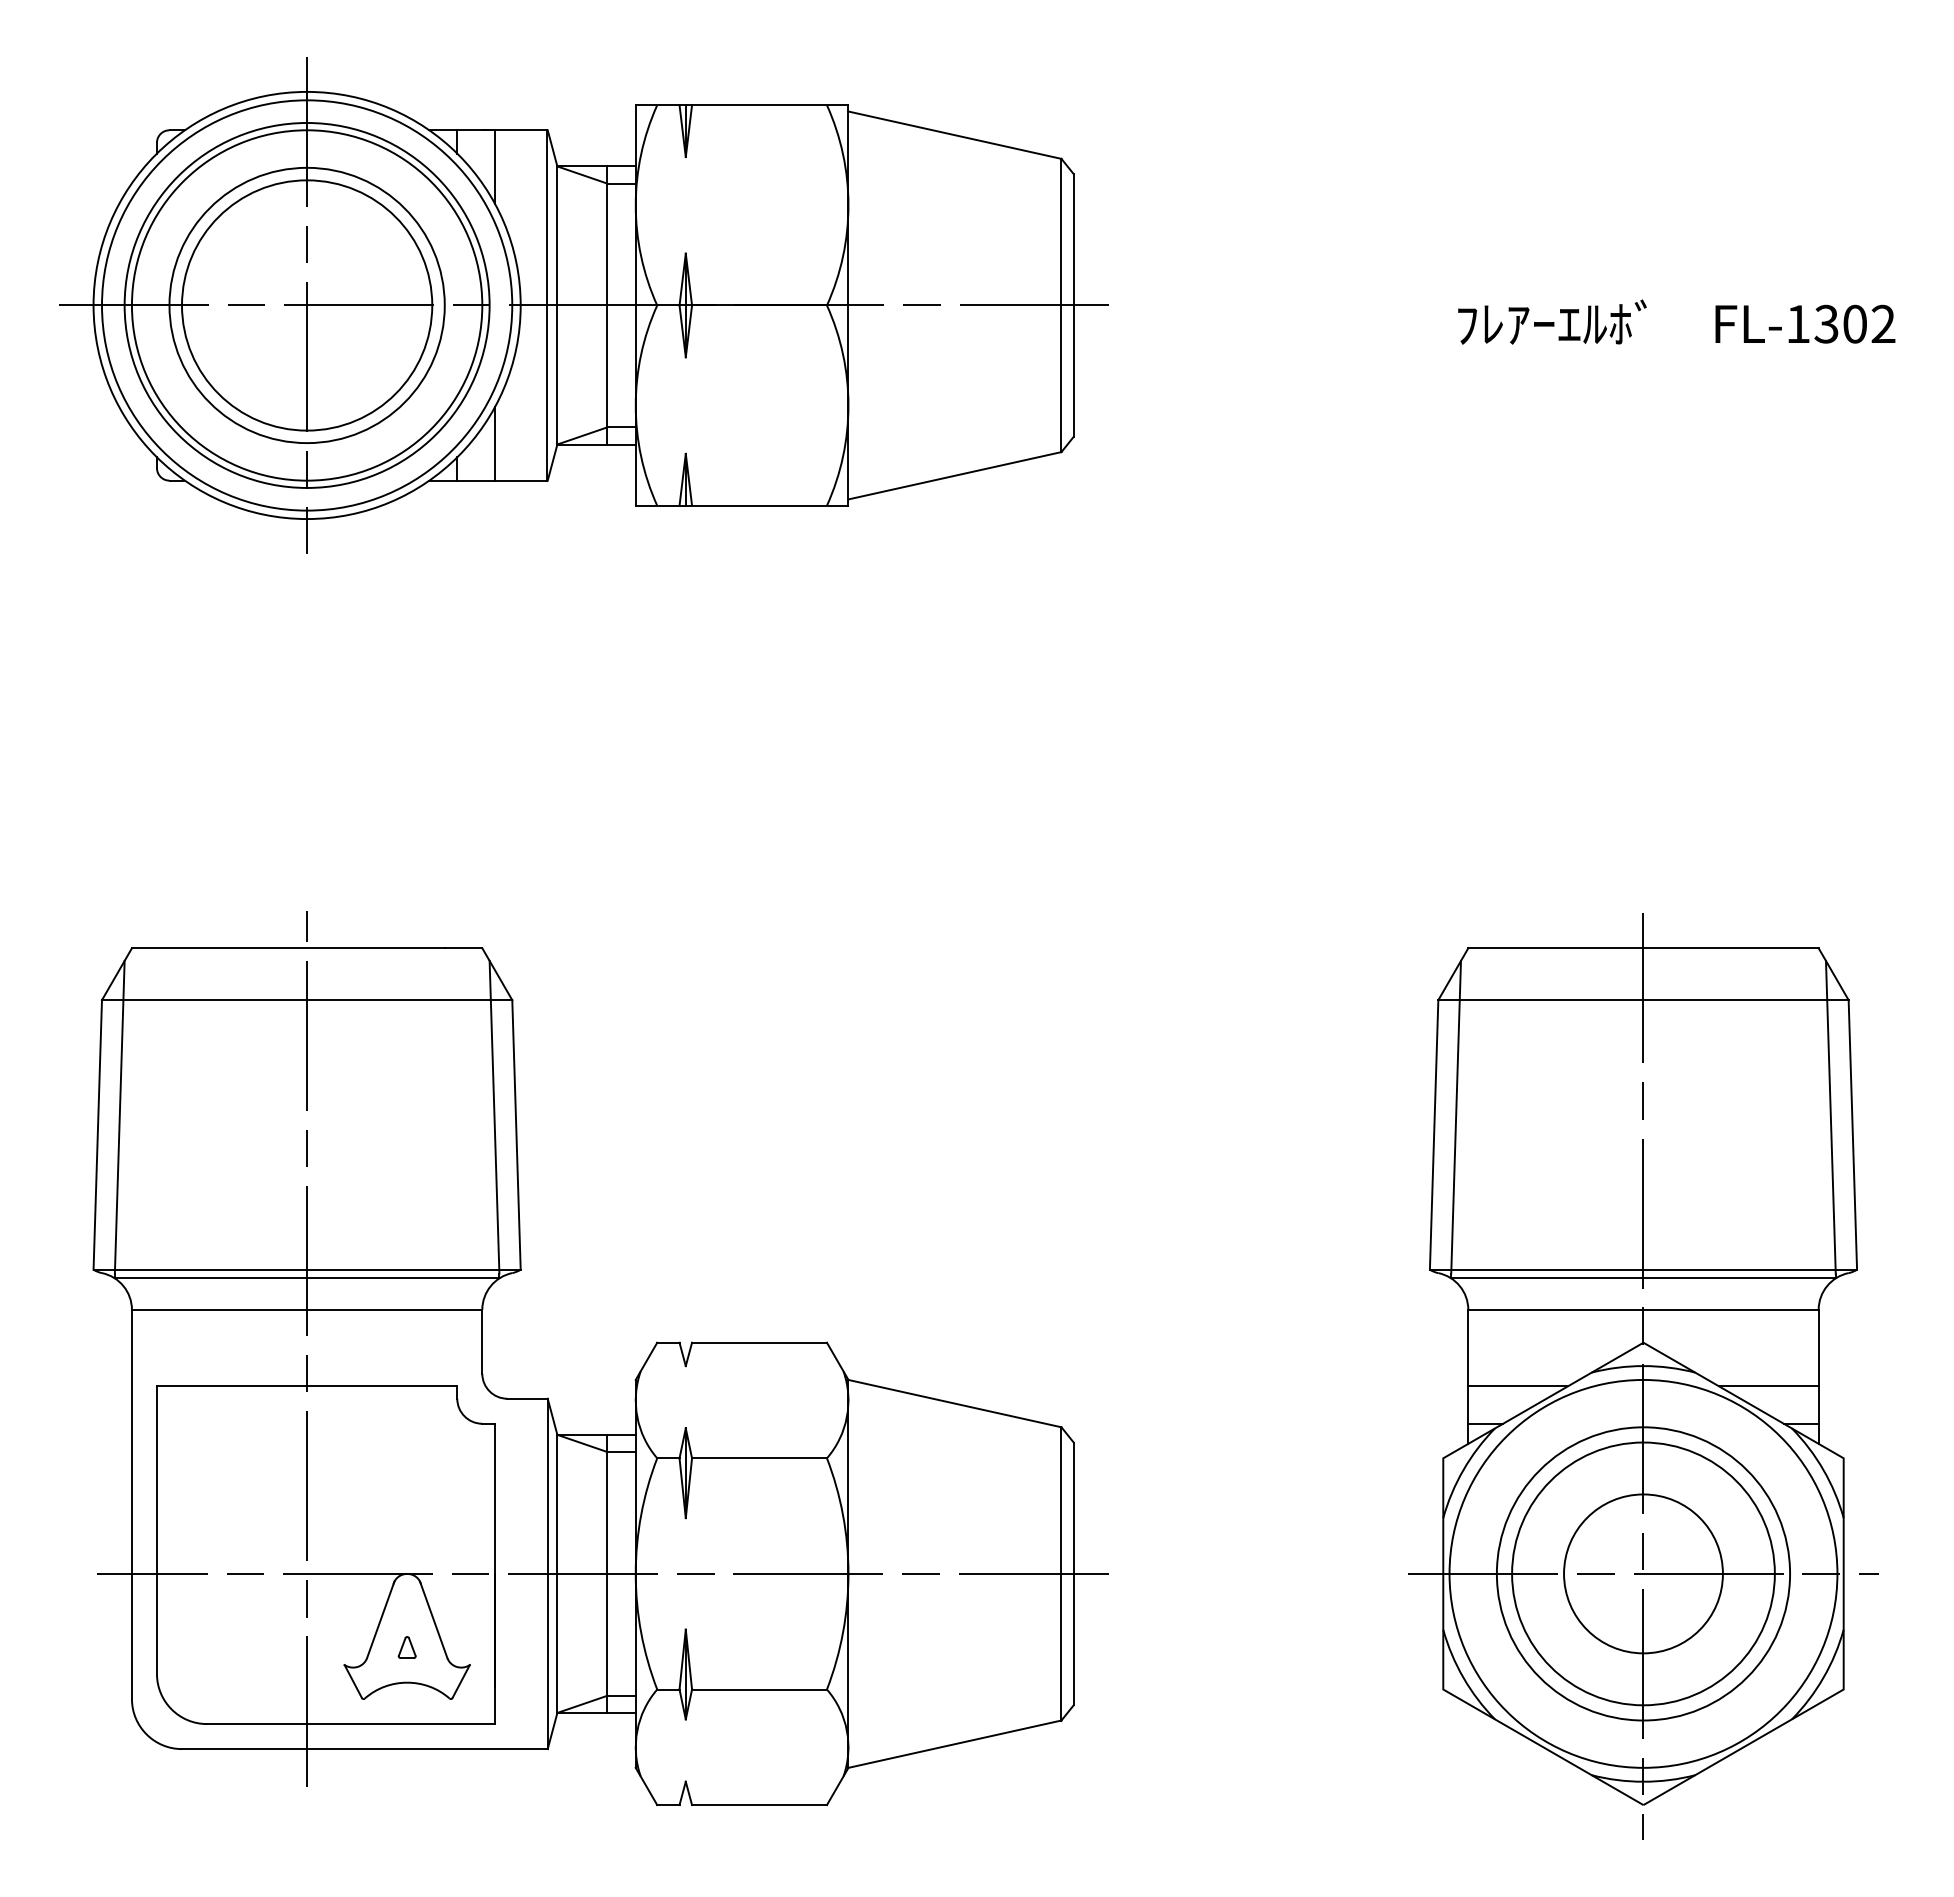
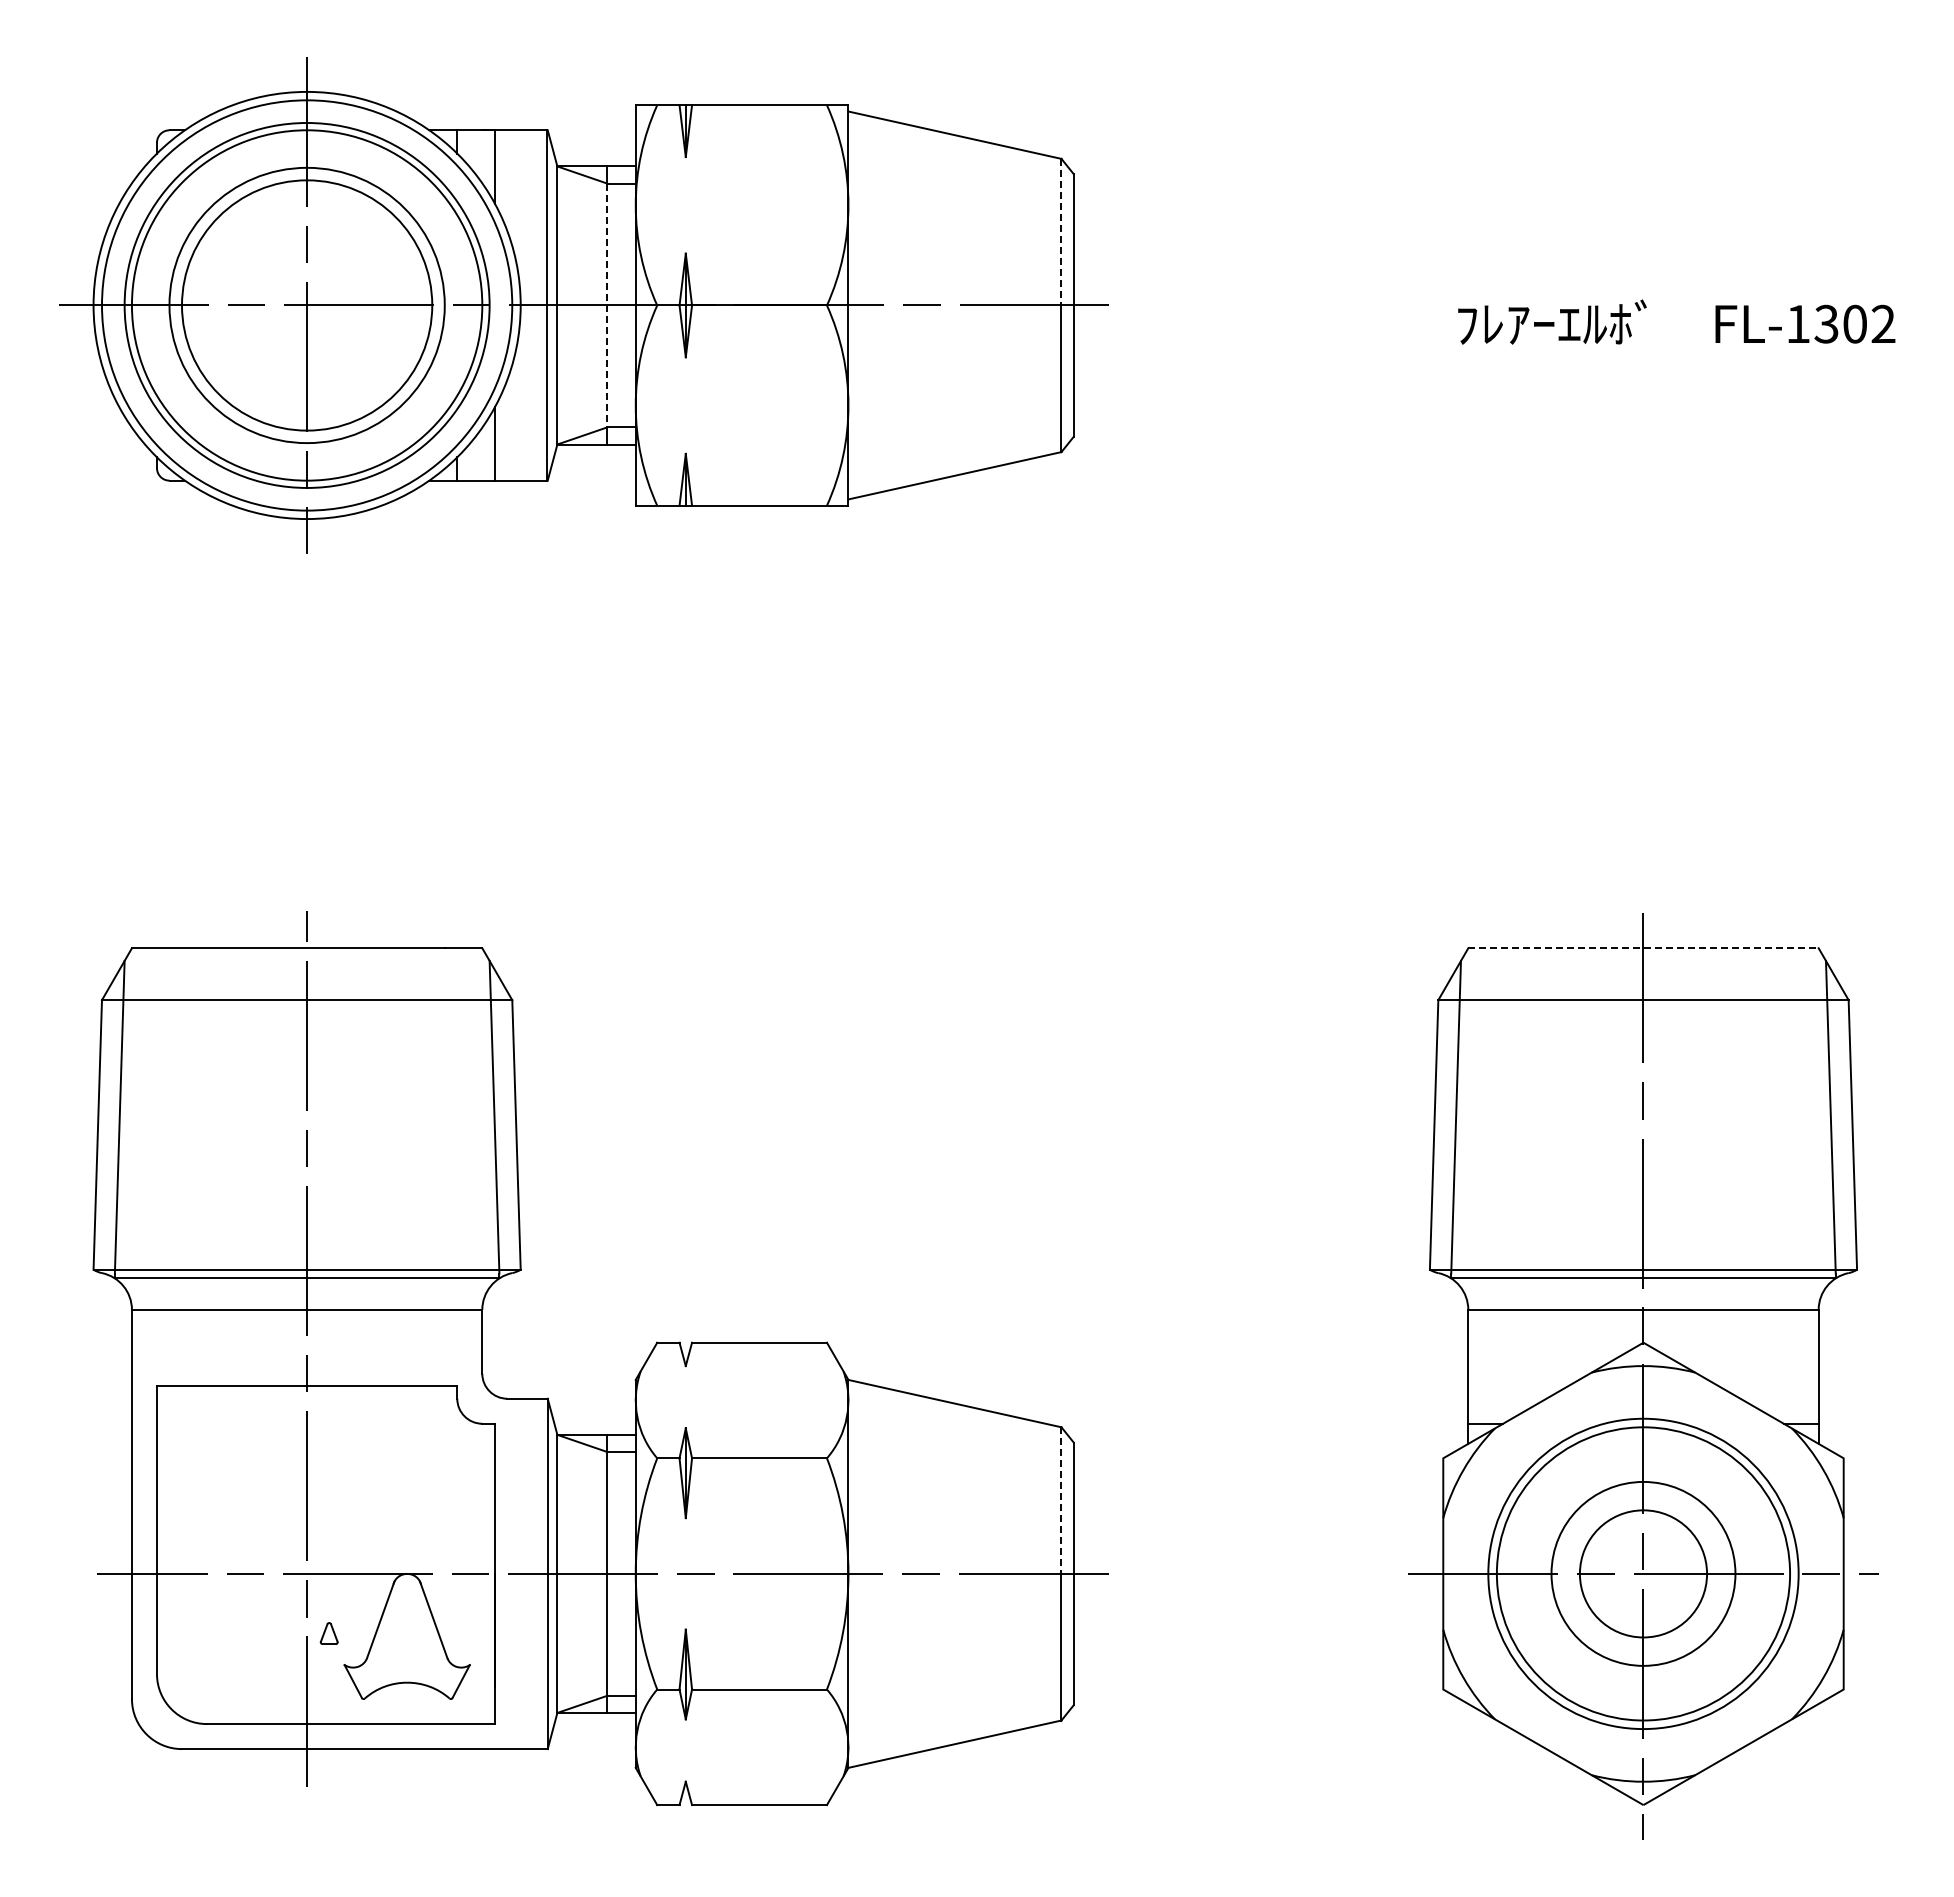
line at (1061, 232): solid -> dashed
line at (607, 305): solid -> dashed
line at (1643, 948): solid -> dashed
line at (1518, 1386): present -> none
line at (1768, 1386): present -> none
line at (1061, 1501): solid -> dashed
circle at (1643, 1573) diameter: 159 px -> 127 px
circle at (1643, 1573) diameter: 263 px -> 184 px
circle at (1643, 1573) diameter: 388 px -> 310 px
part at (406, 1647) position: (406, 1647) -> (328, 1633)
